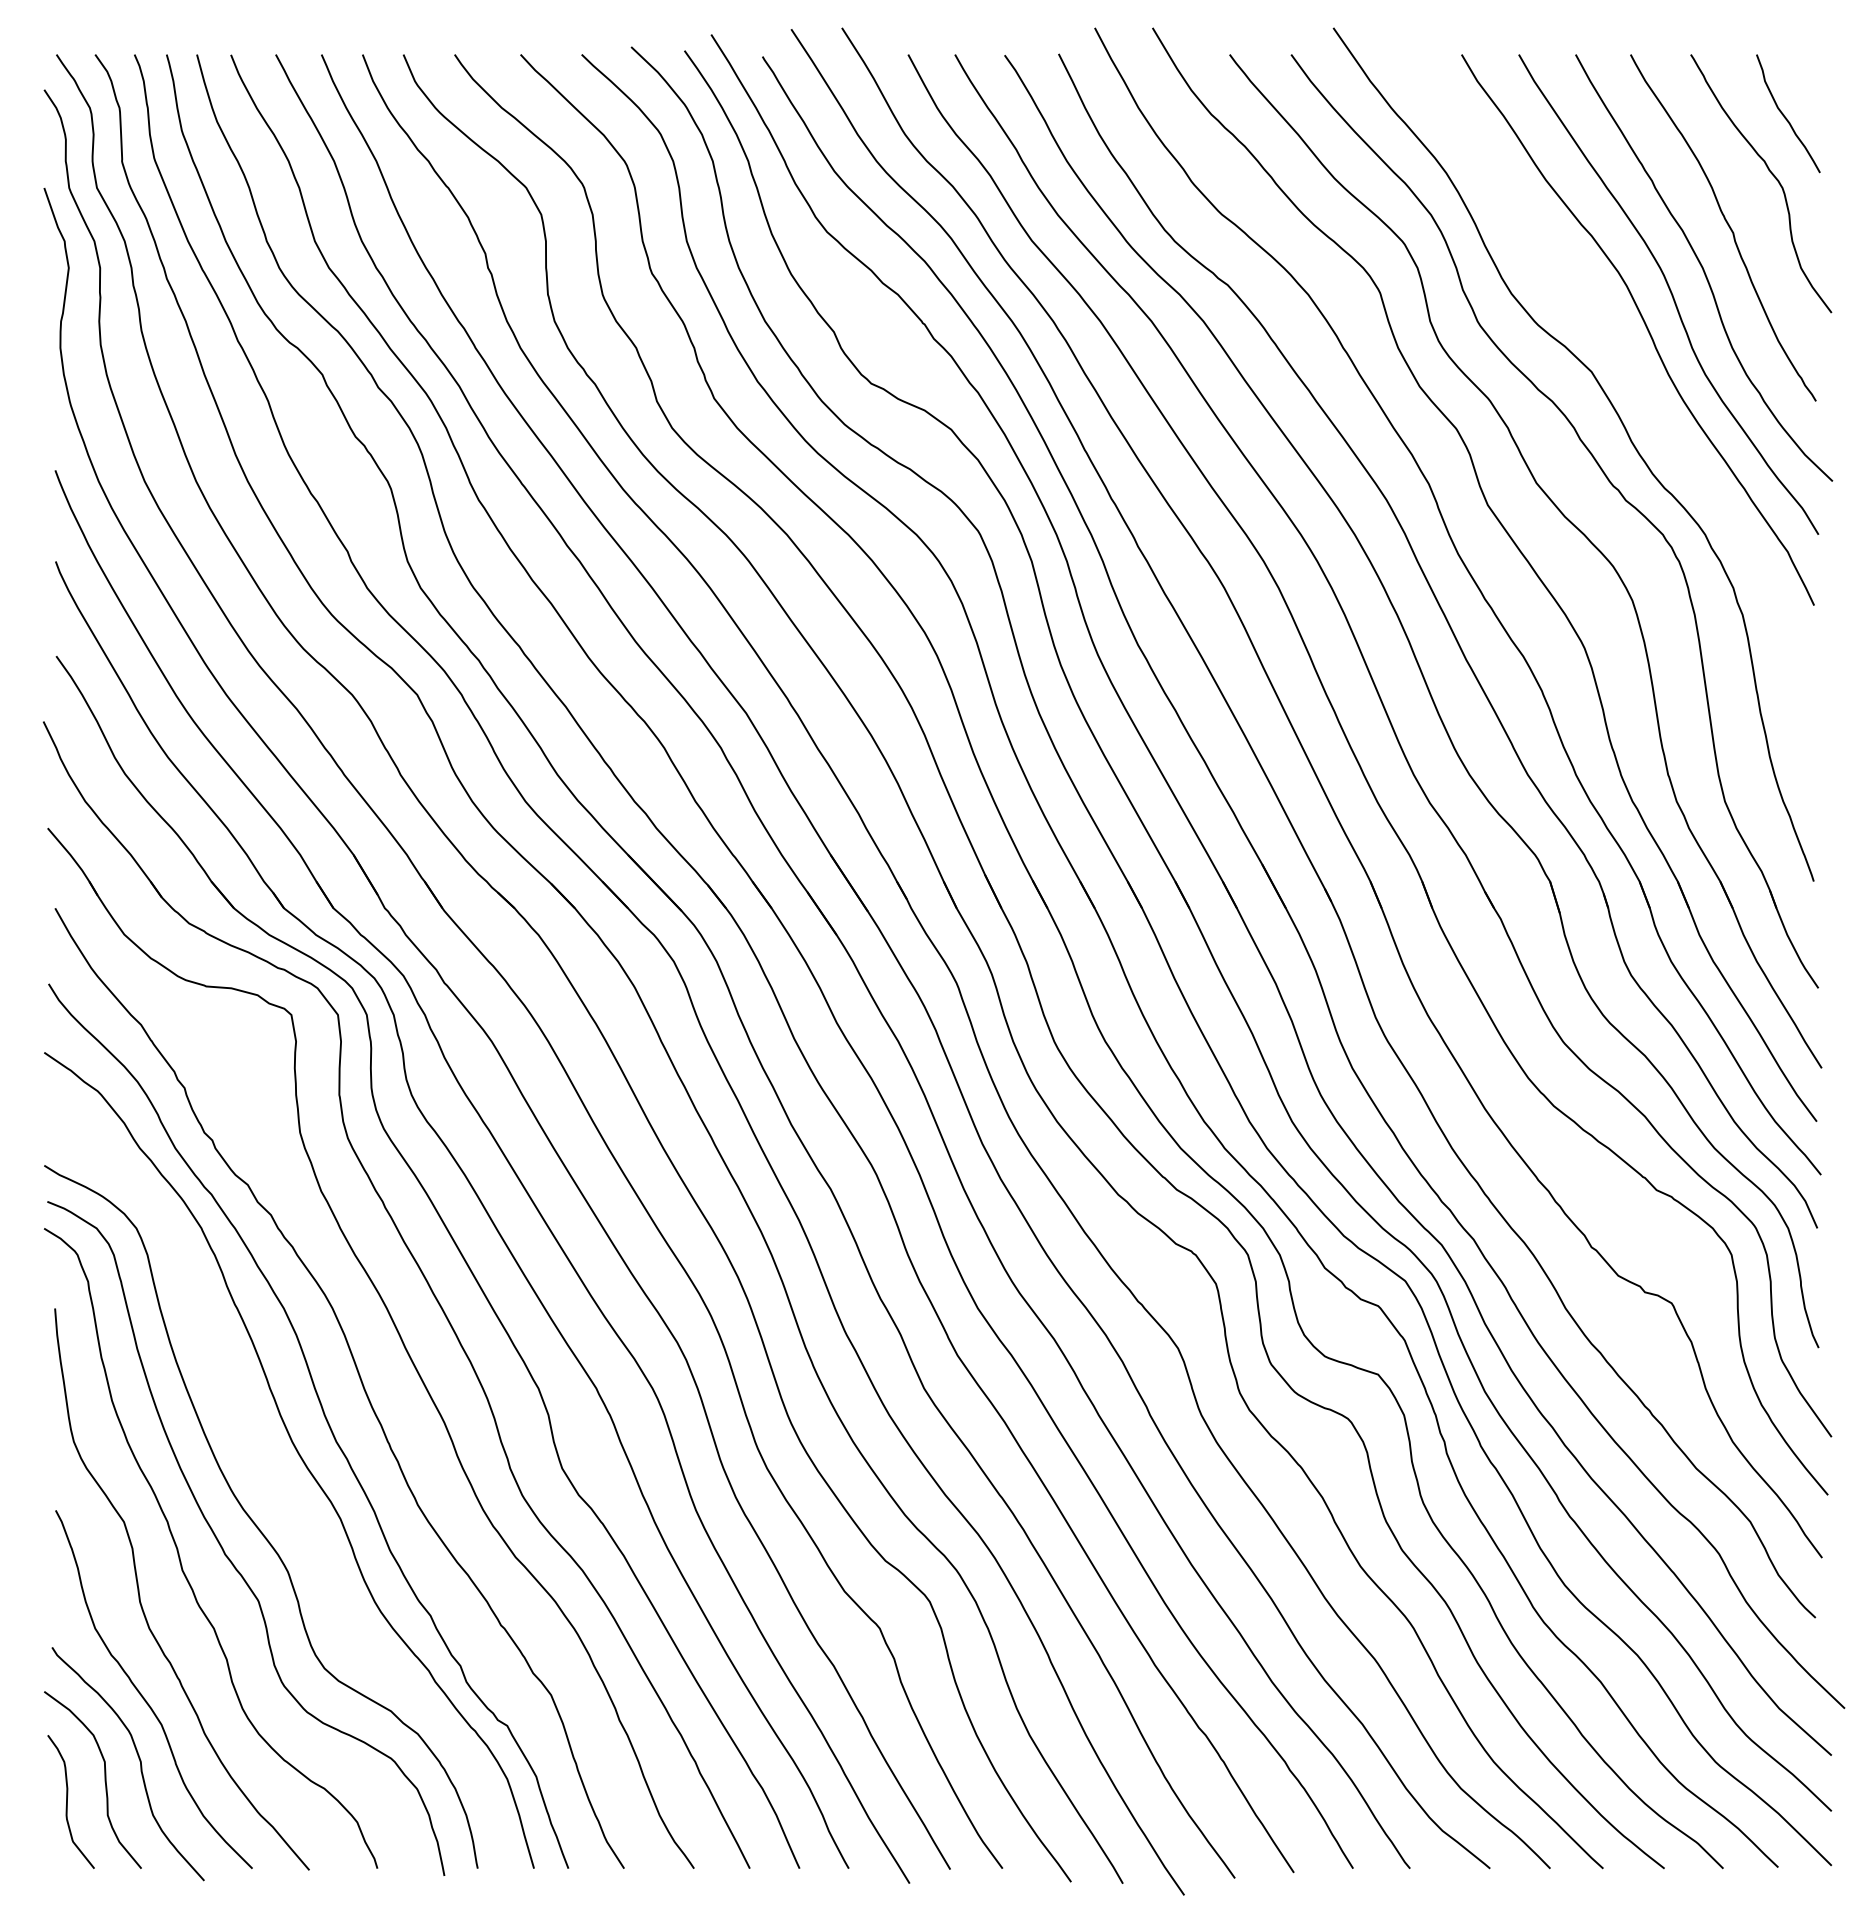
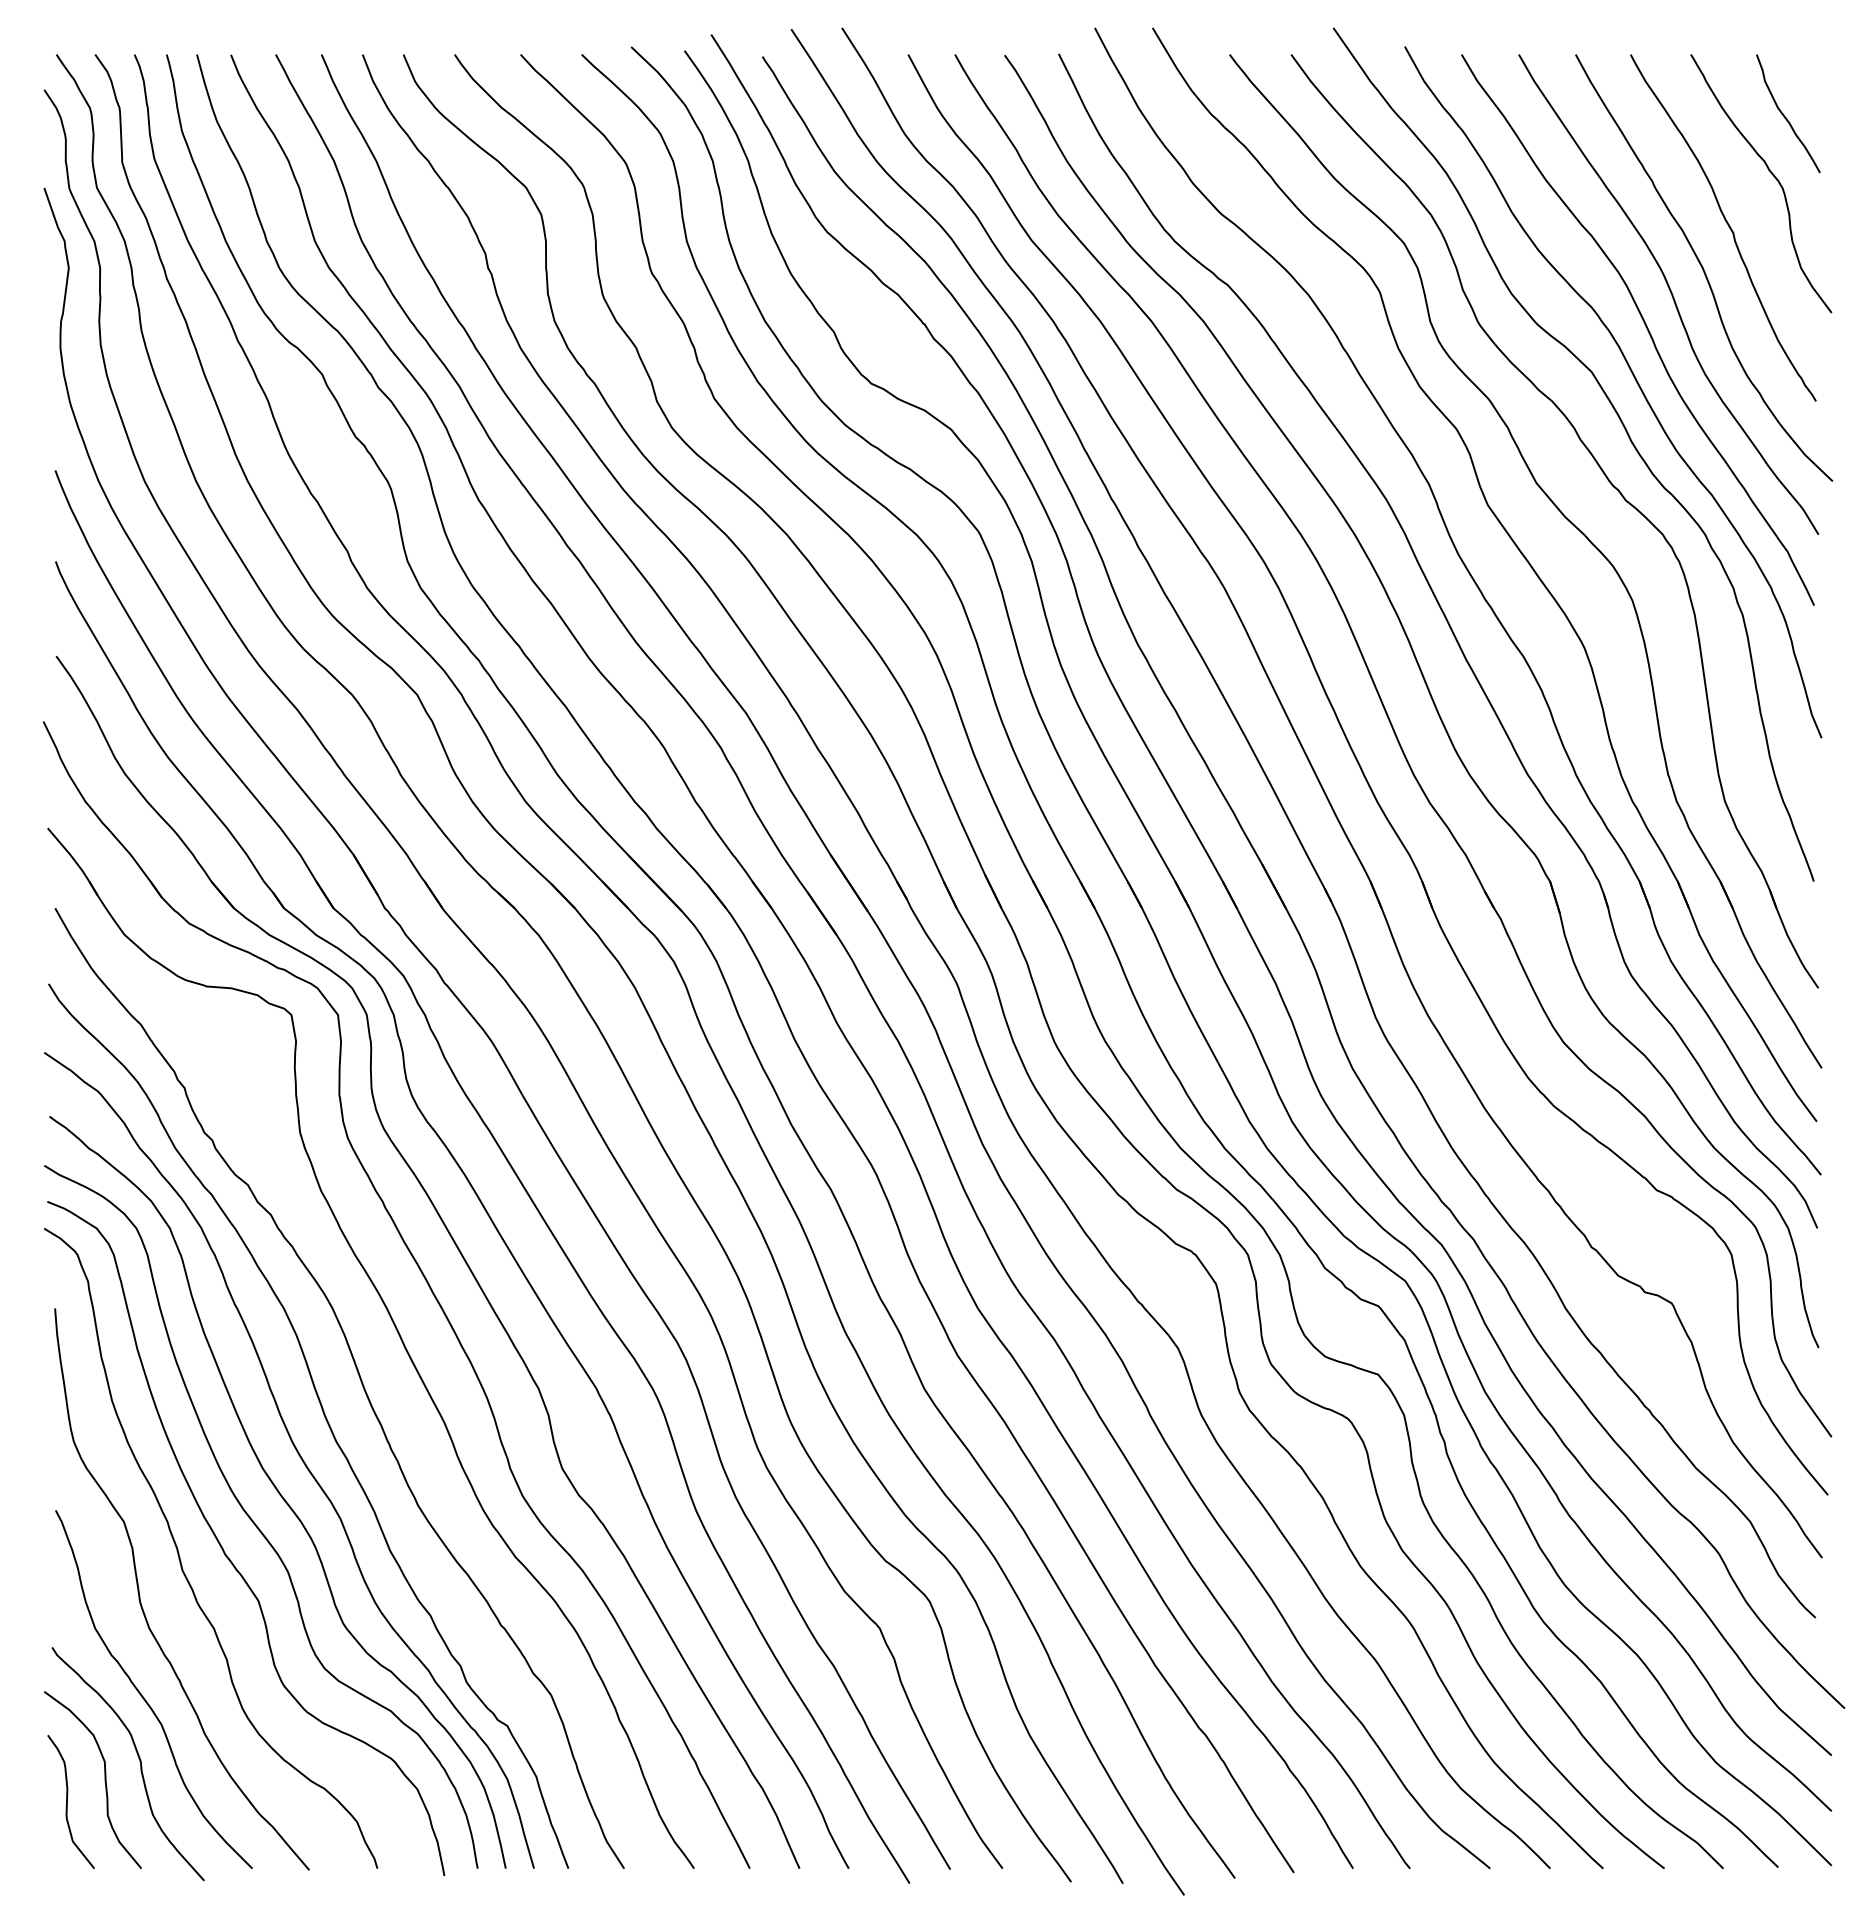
curve at (1635, 381): none -> present
curve at (277, 1492): none -> present
